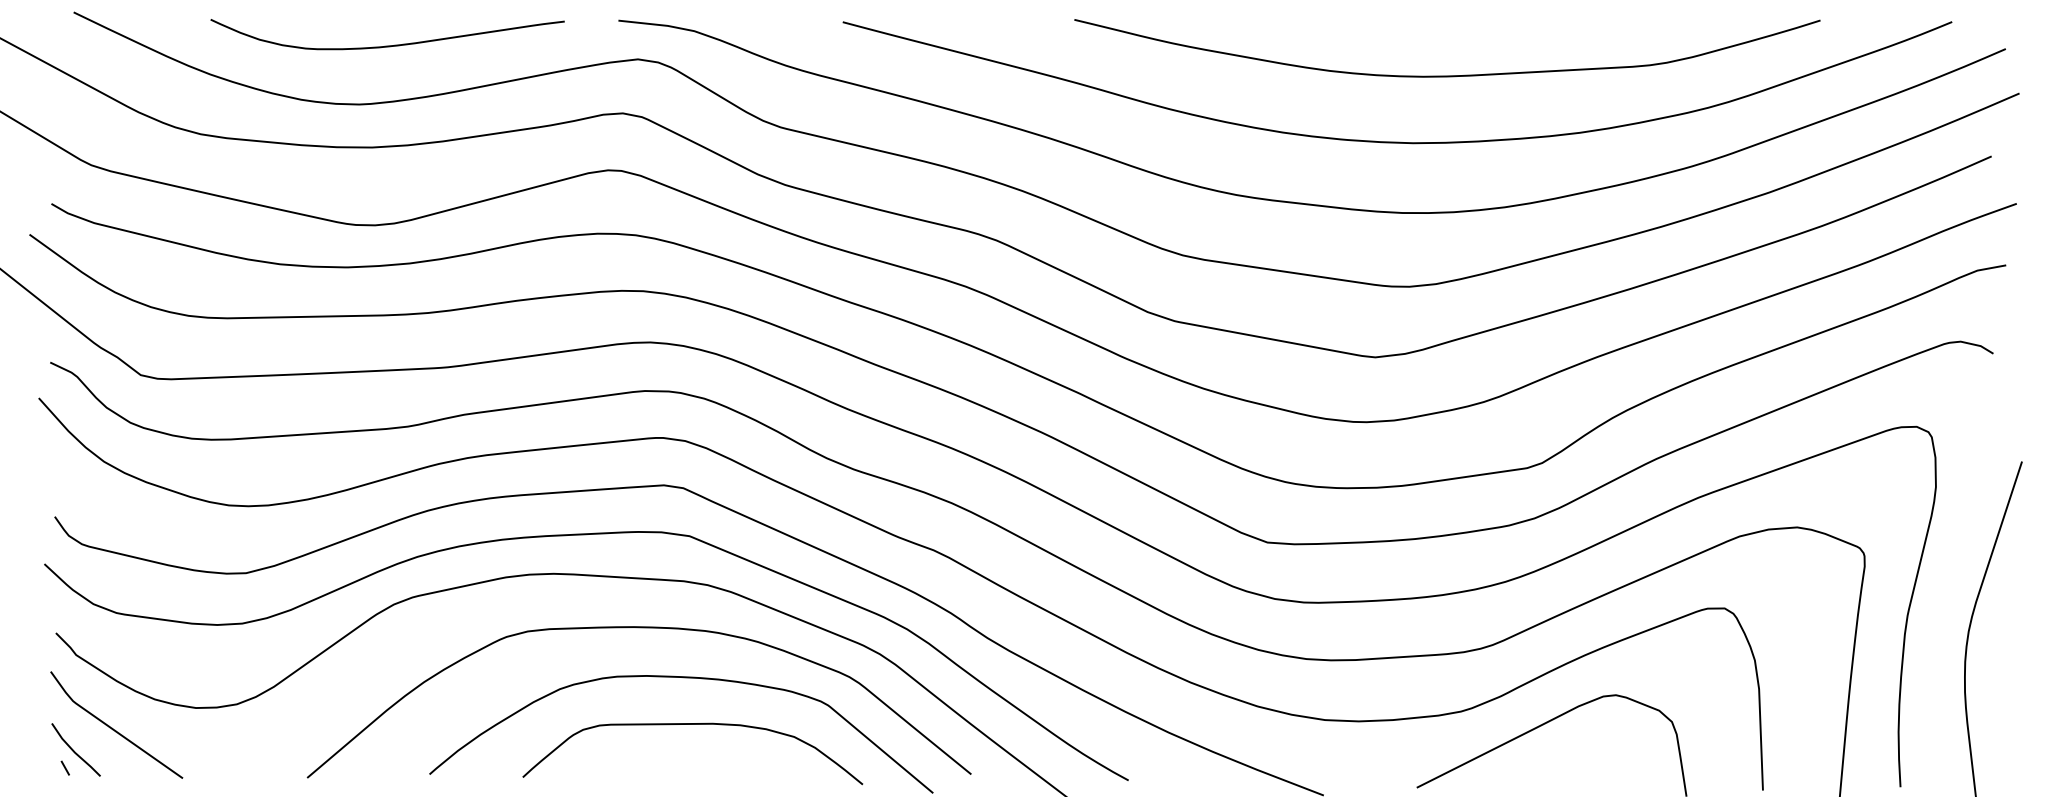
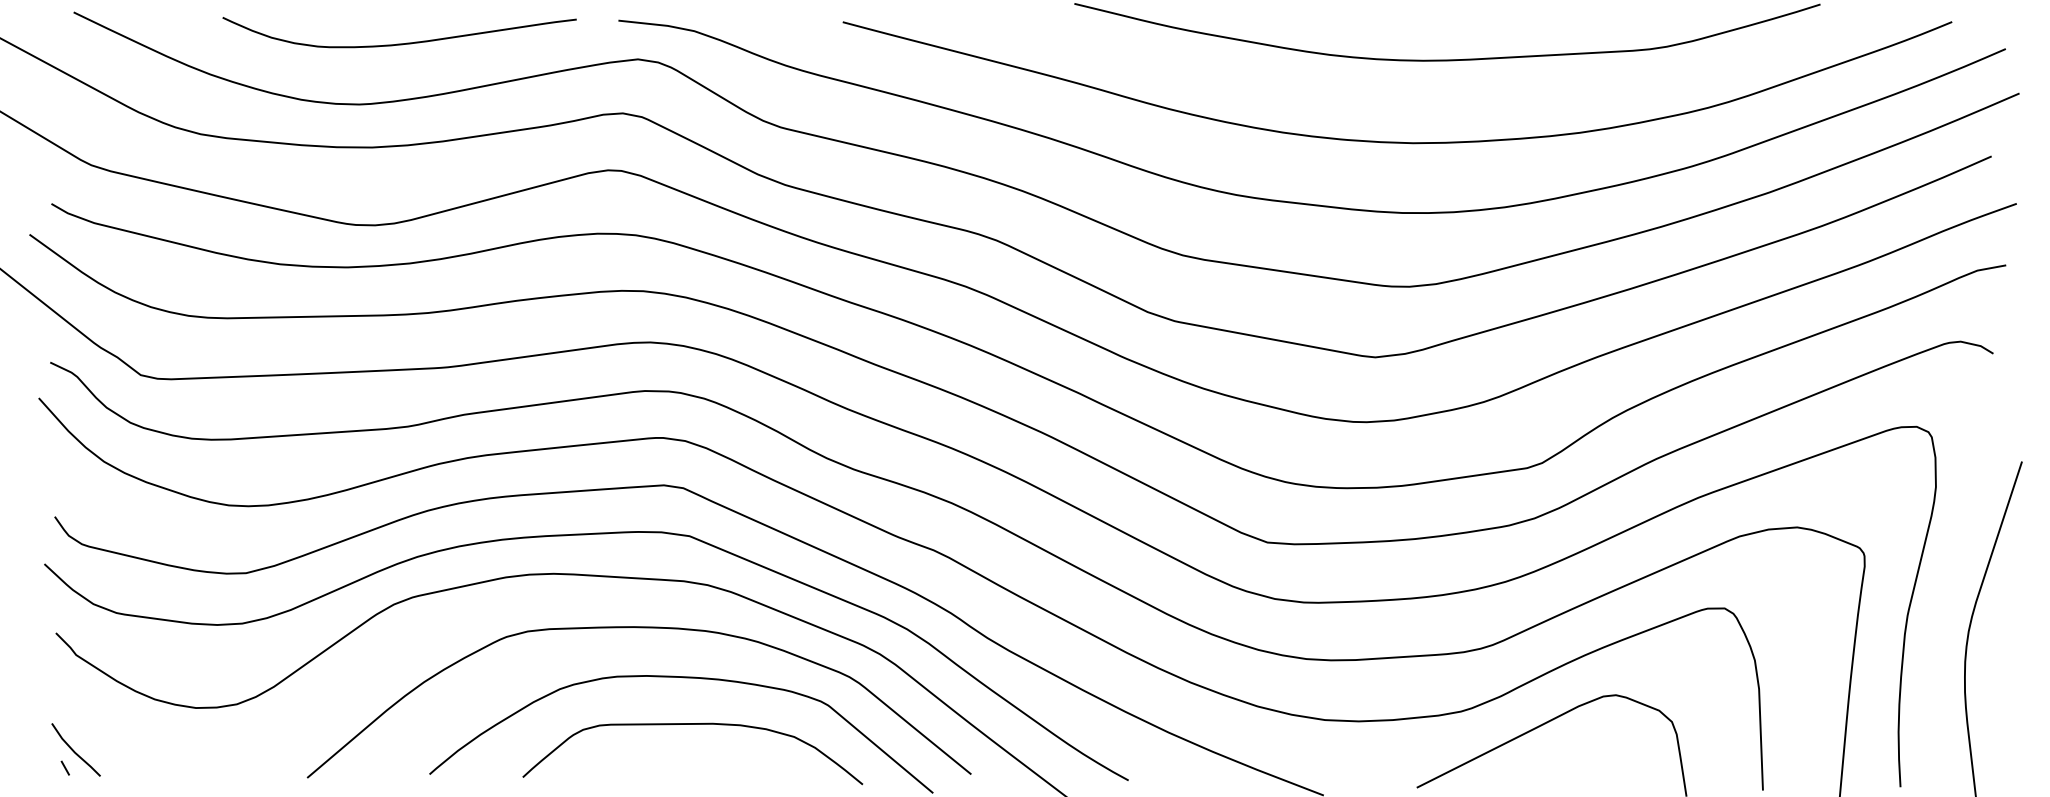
curve at (387, 45) position: (387, 45) -> (399, 43)
curve at (1447, 75) position: (1447, 75) -> (1447, 59)
line at (112, 727): present -> none
